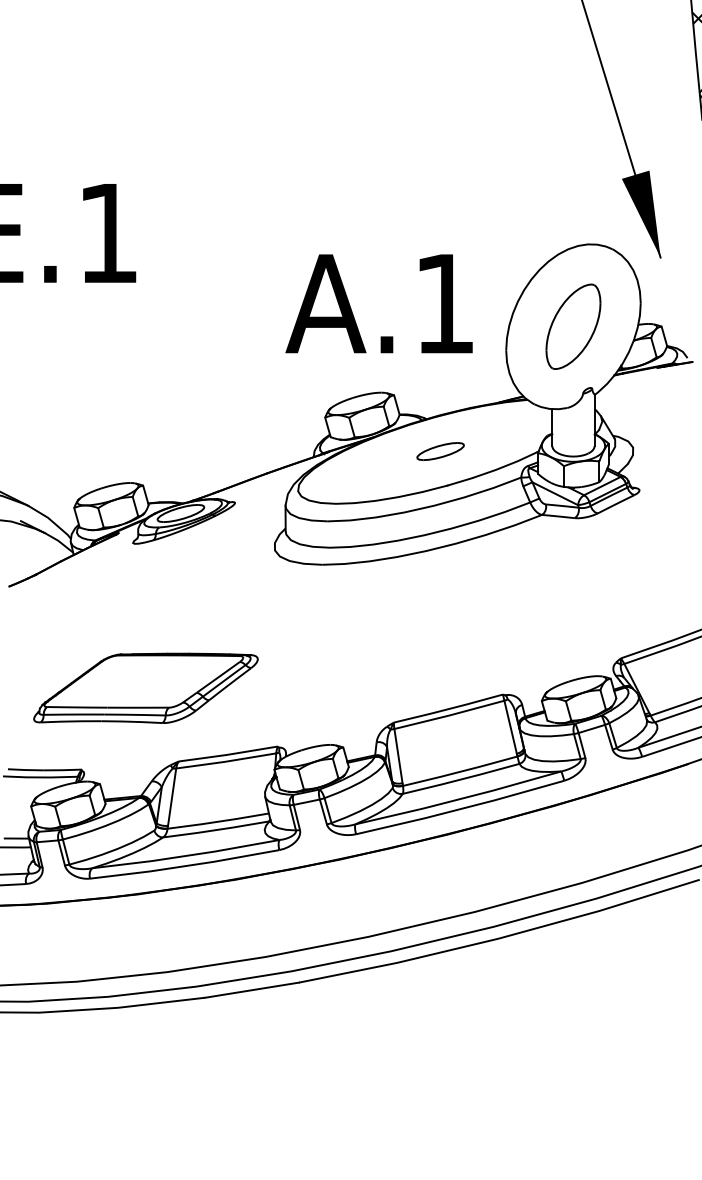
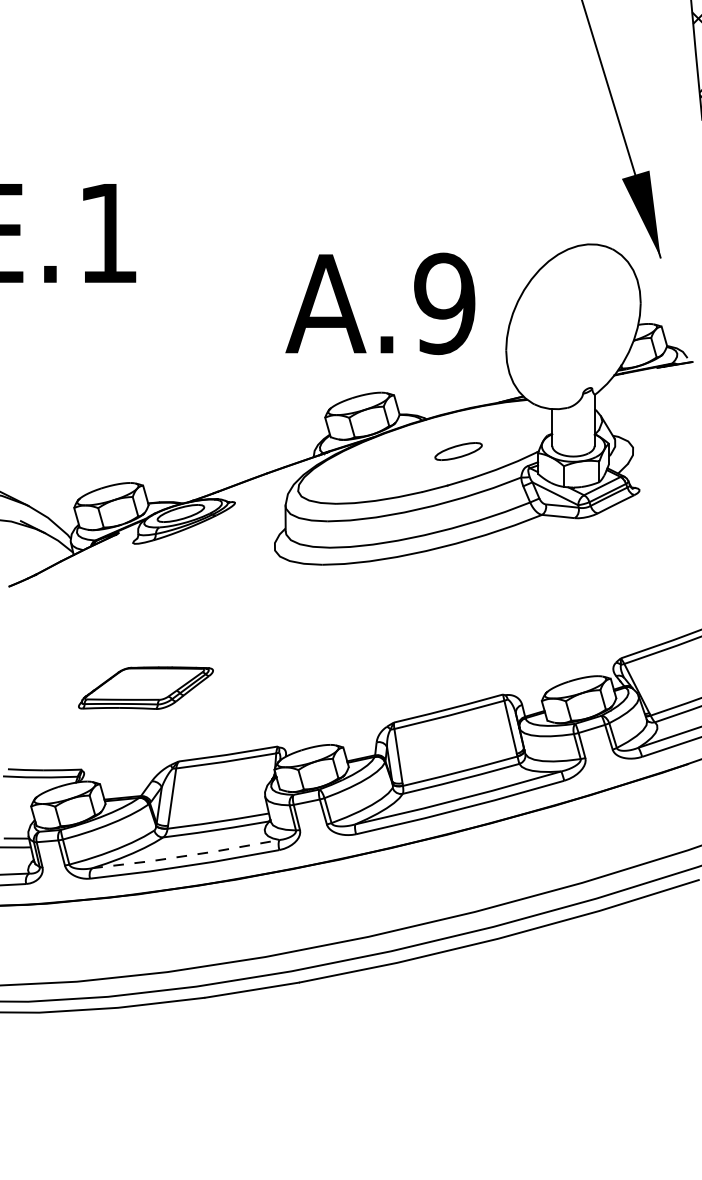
text at (444, 303): A.1 -> A.9
part at (573, 326): present -> none
part at (440, 451) position: (440, 451) -> (458, 451)
part at (145, 687) size: 226x72 px -> 136x44 px
line at (186, 855): solid -> dashed
